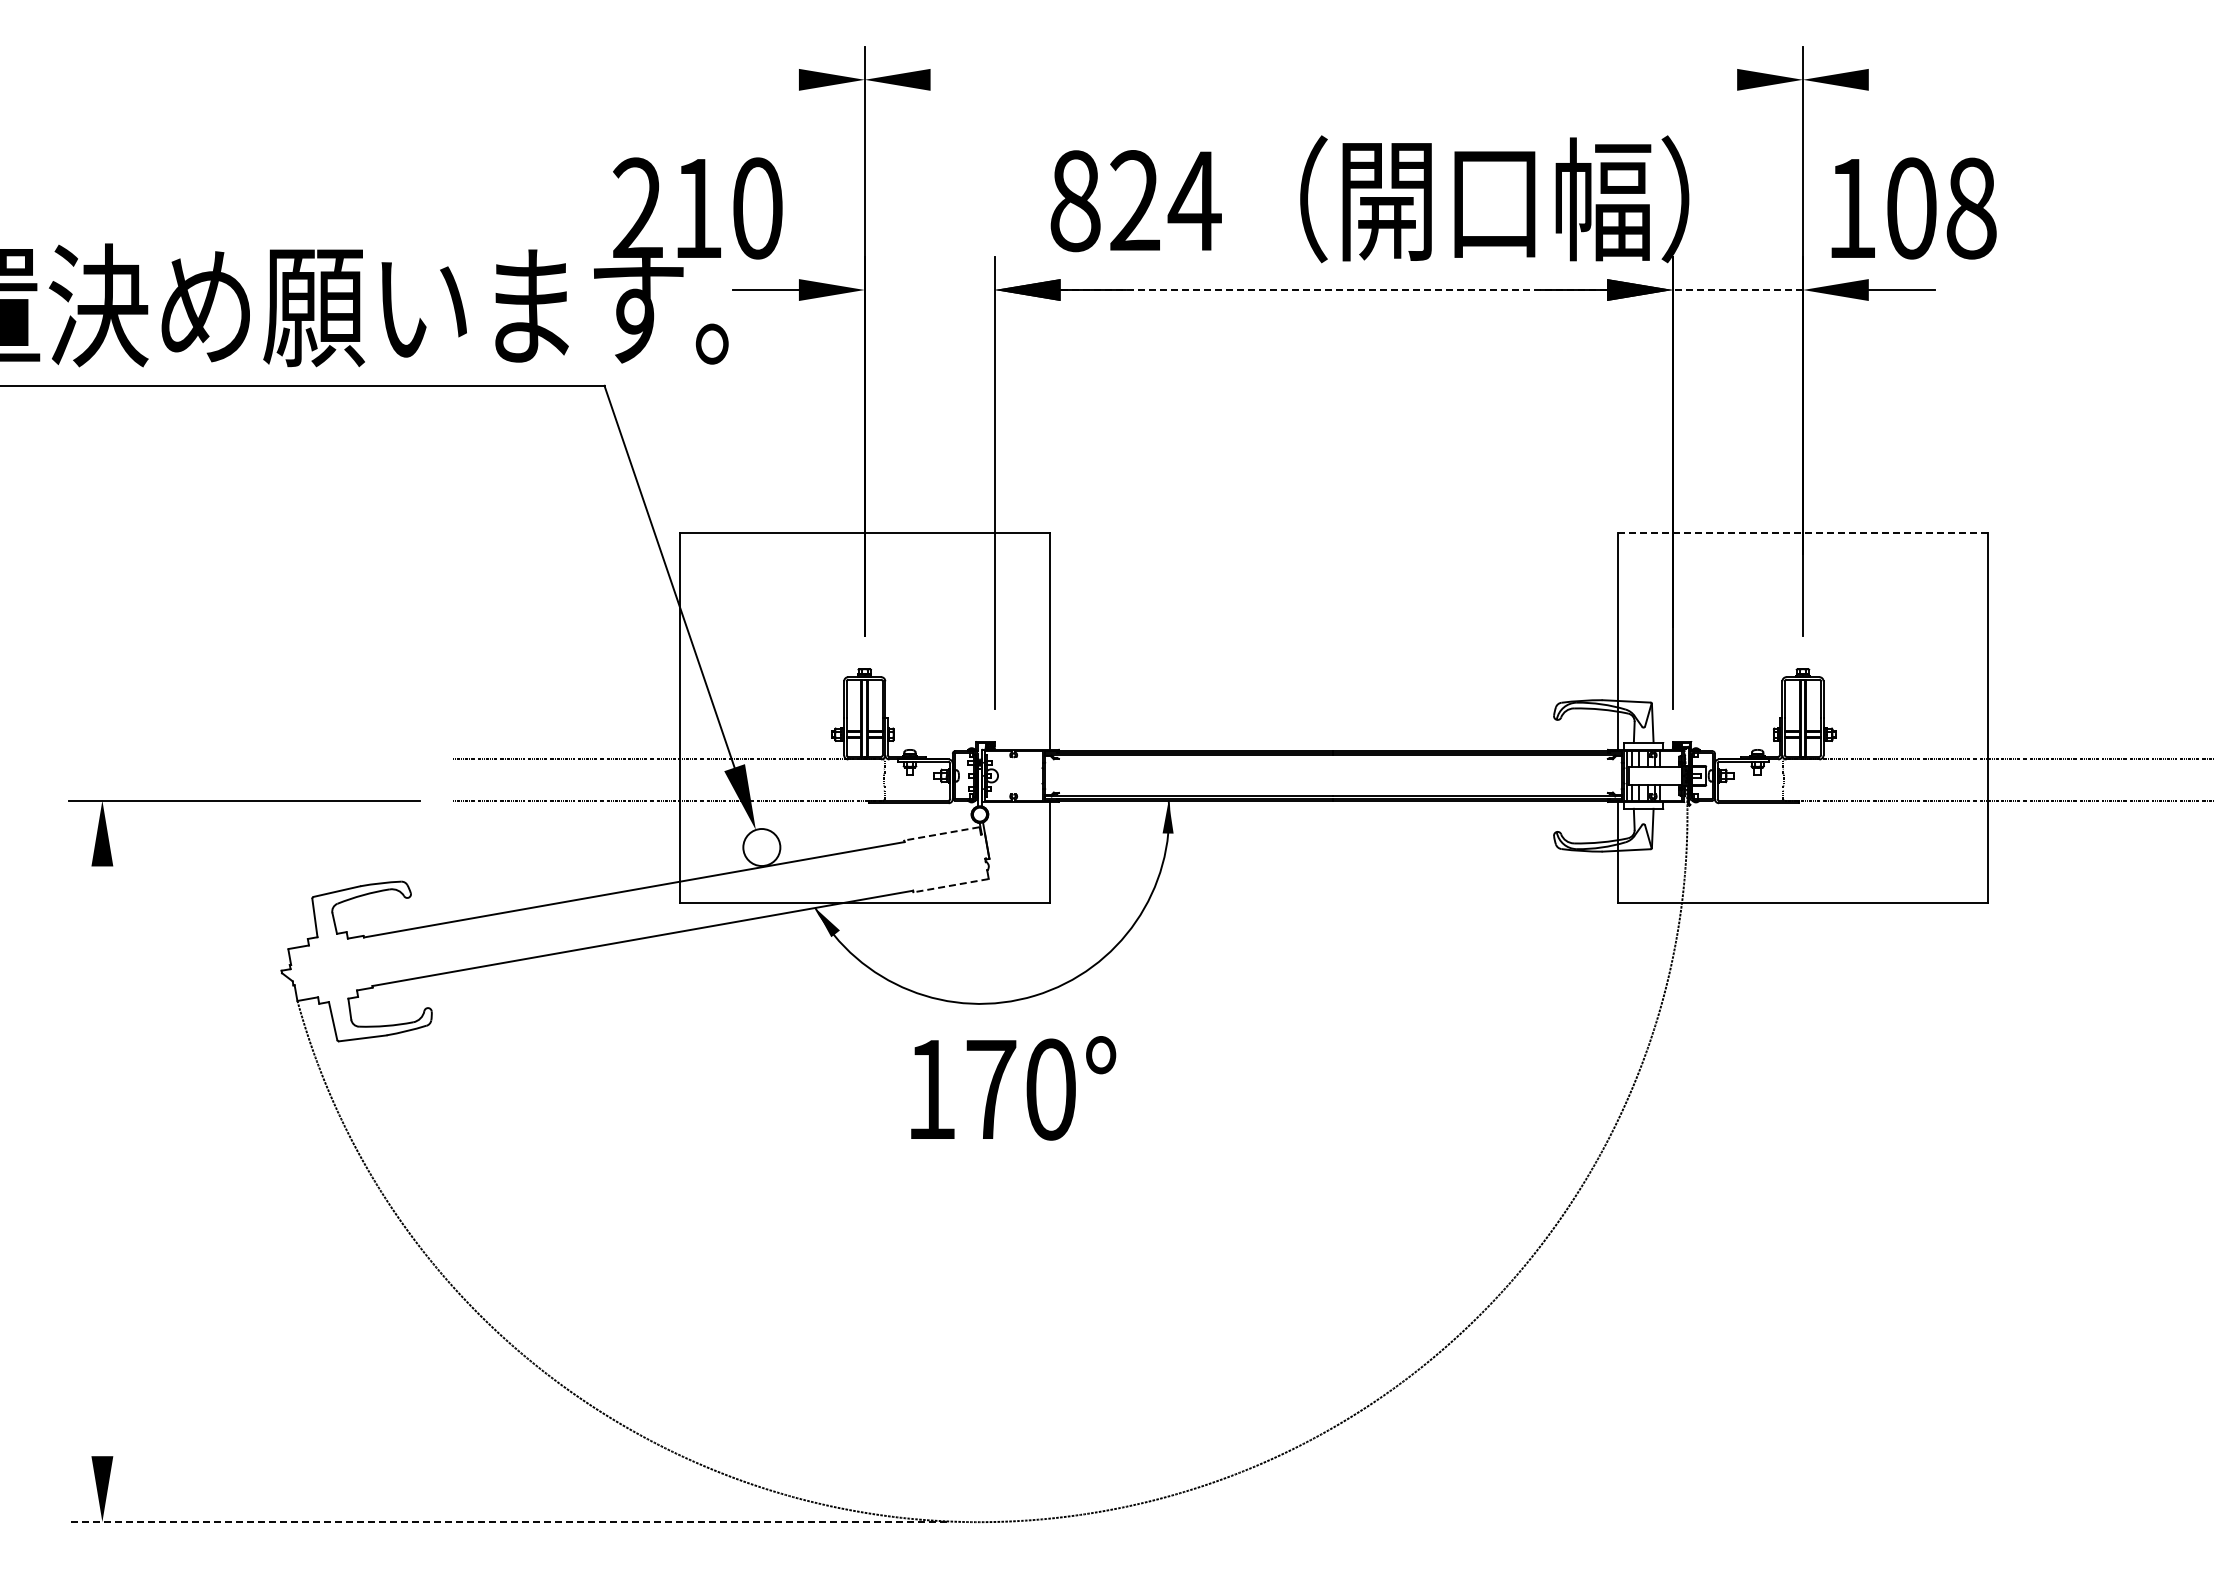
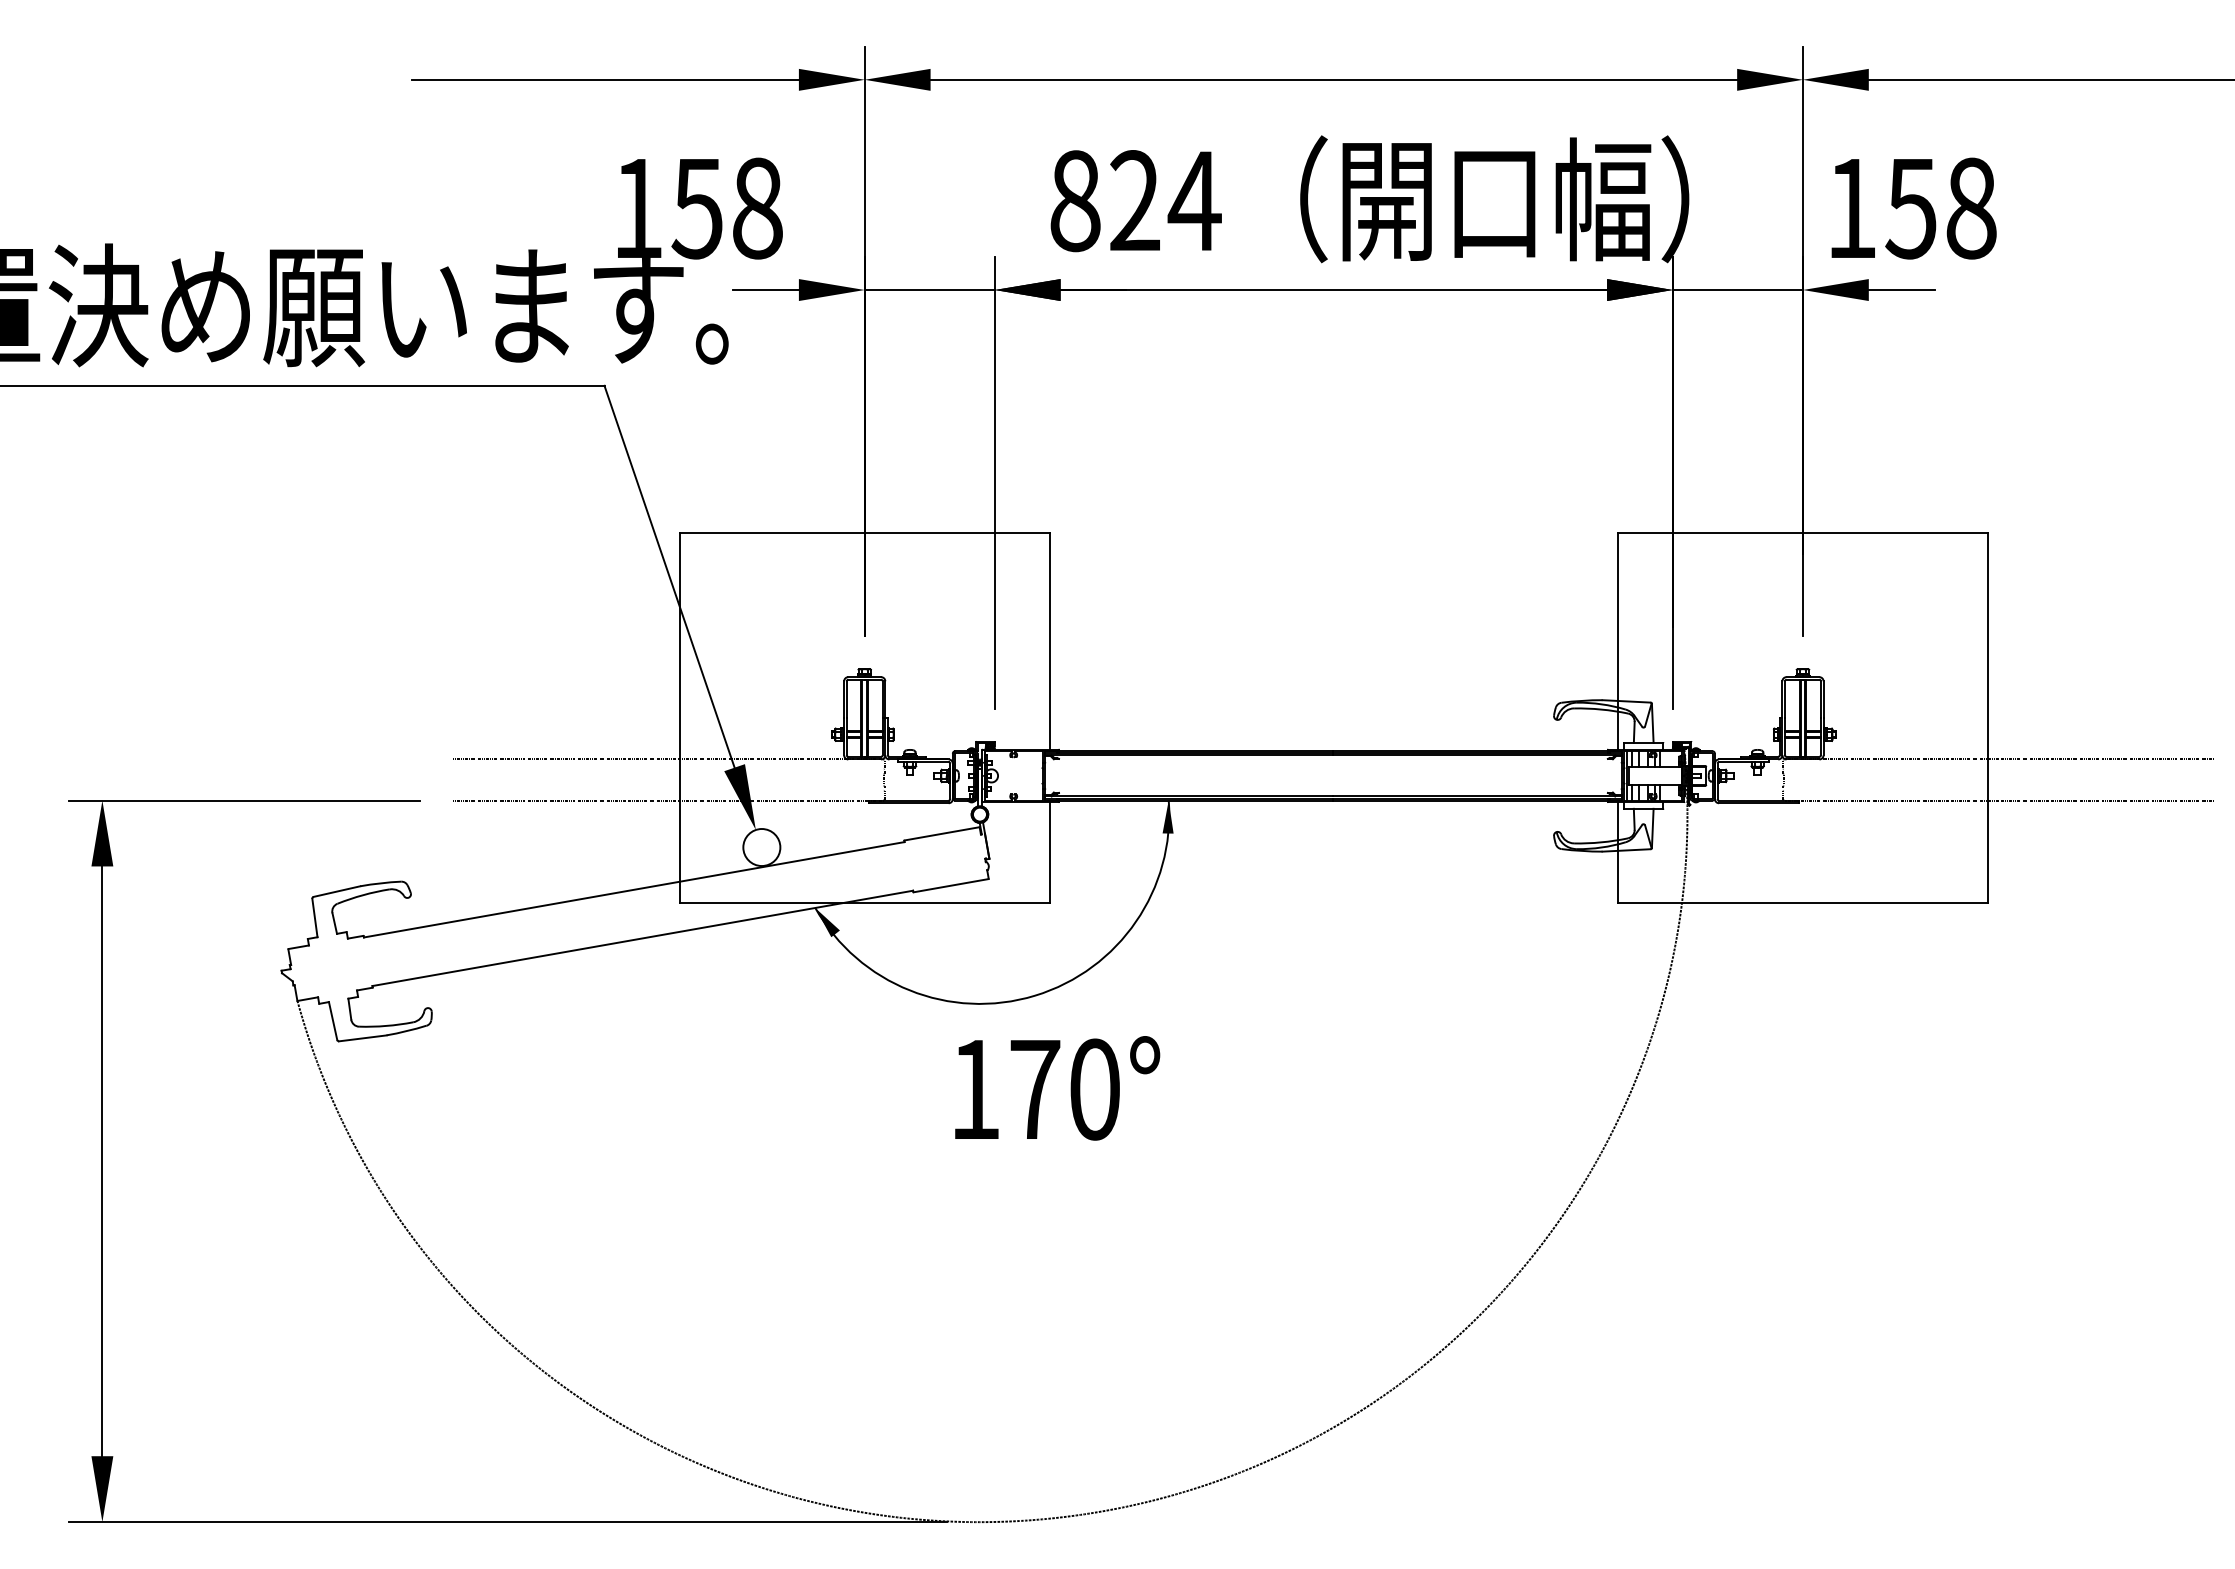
line at (605, 79): none -> present
line at (1333, 79): none -> present
line at (2049, 79): none -> present
text at (697, 208): 210 -> 158
text at (1910, 208): 108 -> 158
line at (929, 290): none -> present
line at (1334, 290): dashed -> solid
line at (1737, 290): dashed -> solid
line at (1802, 533): dashed -> solid
line at (941, 833): dashed -> solid
line at (951, 885): dashed -> solid
text at (1013, 1088) position: (1013, 1088) -> (1057, 1088)
line at (102, 1161): none -> present
line at (508, 1522): dashed -> solid
